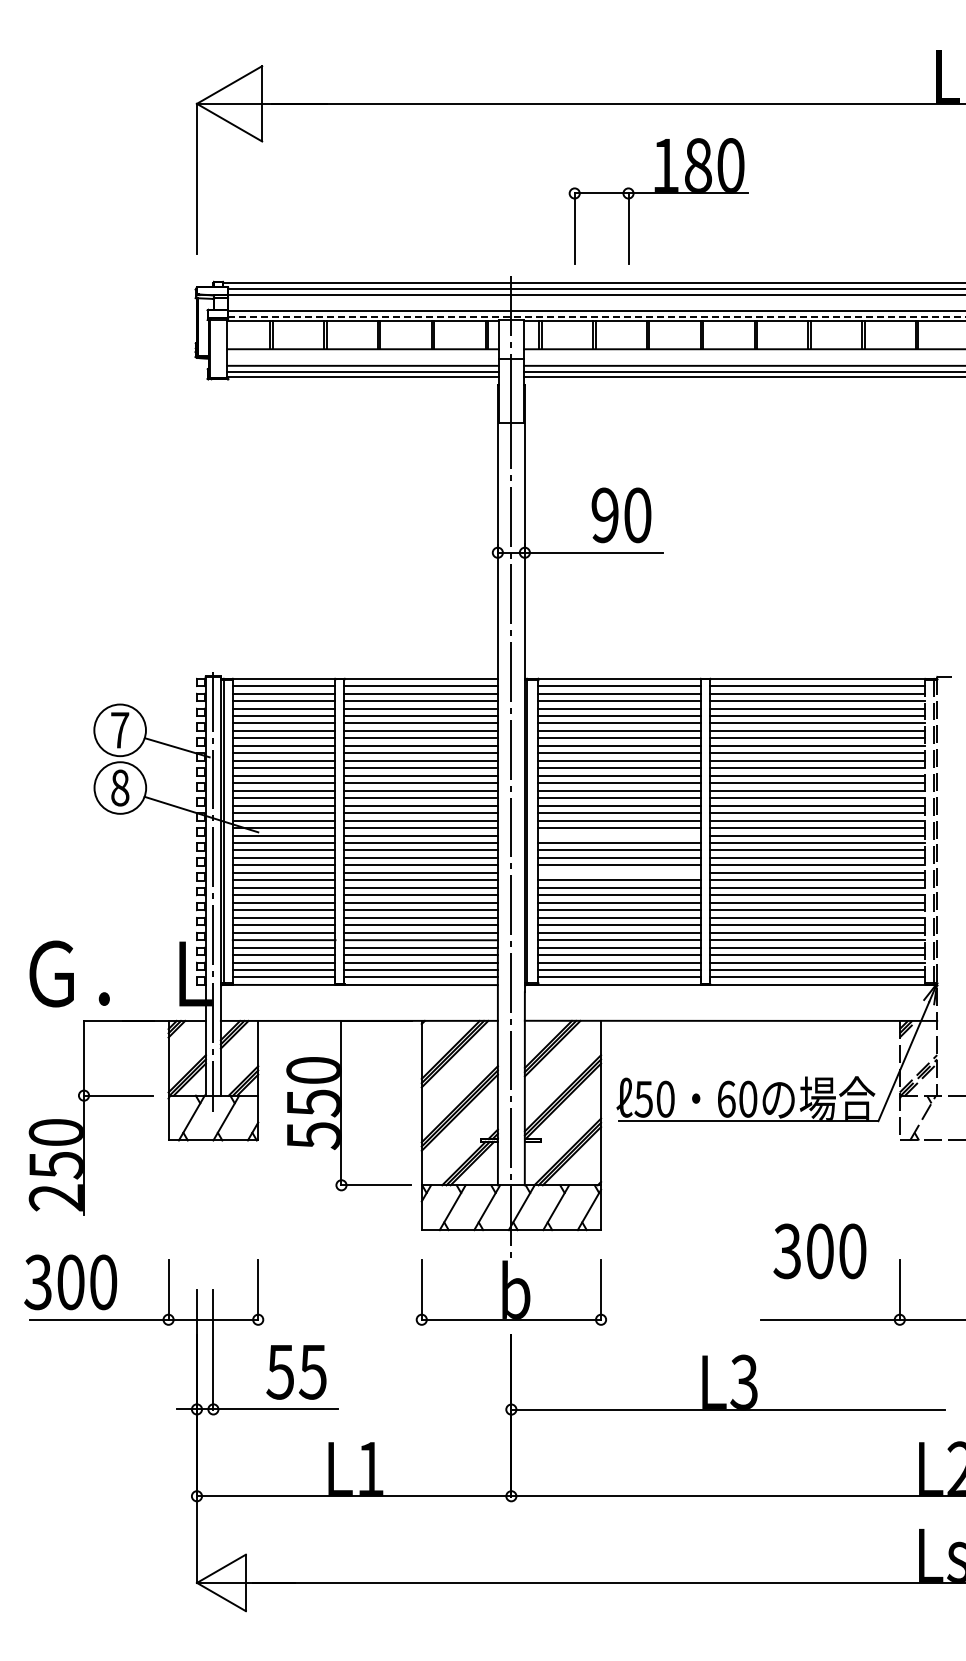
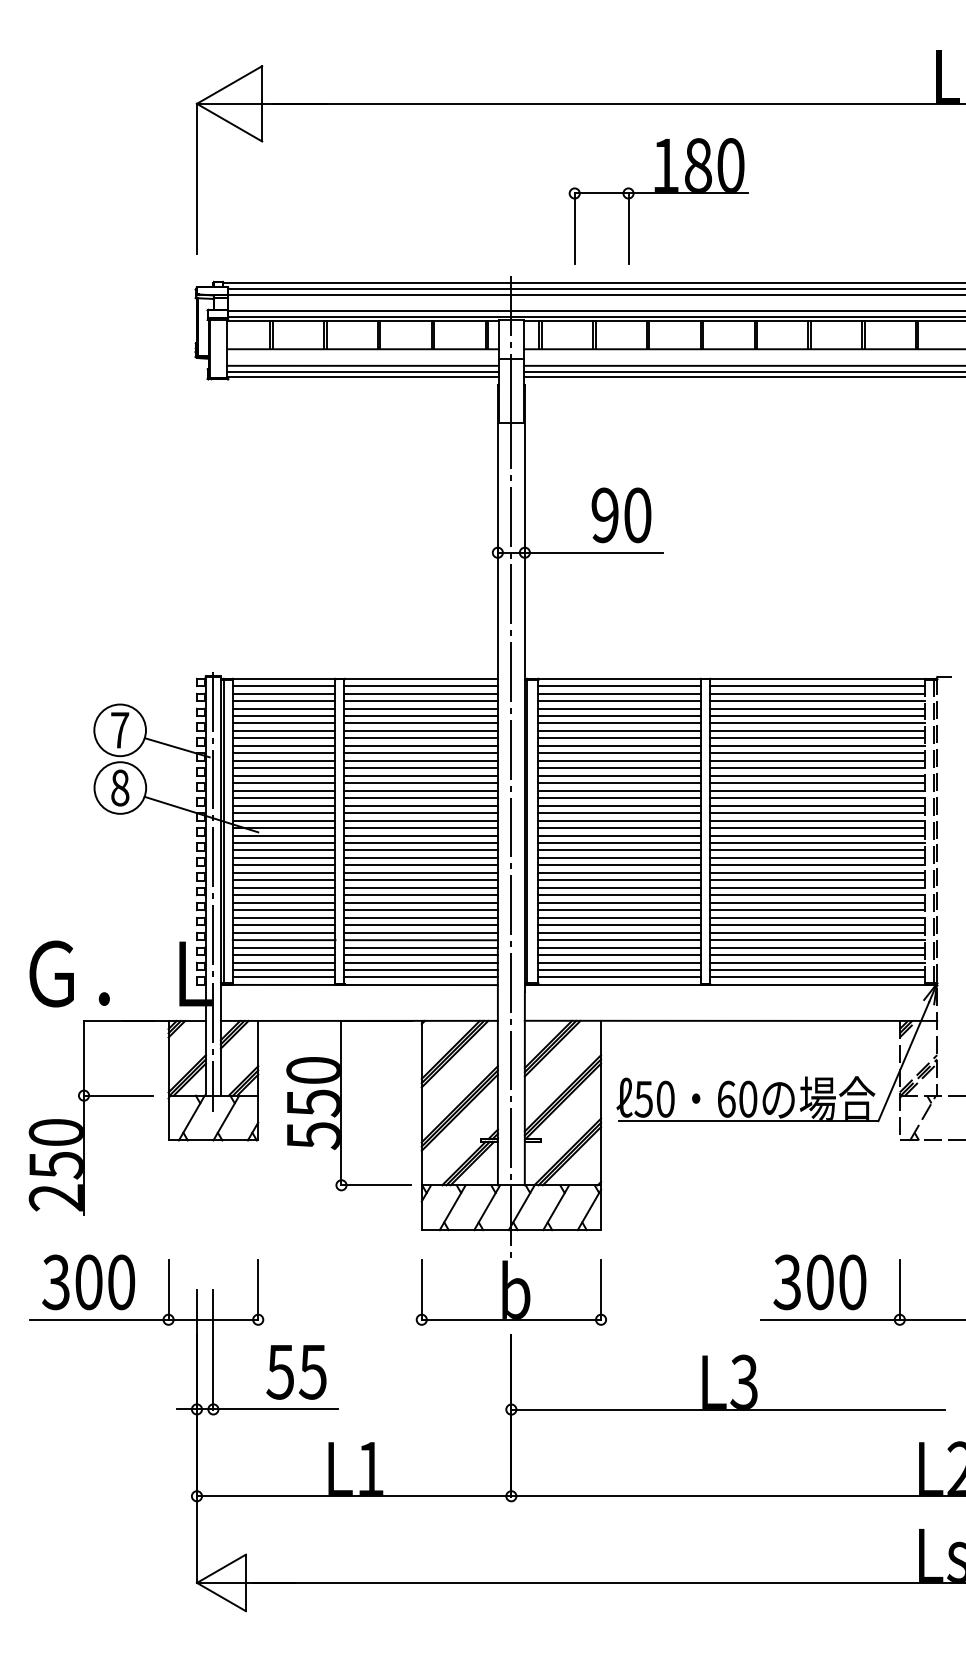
line at (596, 316): dashed -> solid
line at (619, 835): none -> present
line at (619, 872): none -> present
text at (819, 1251) position: (819, 1251) -> (819, 1282)
text at (70, 1282) position: (70, 1282) -> (88, 1282)
